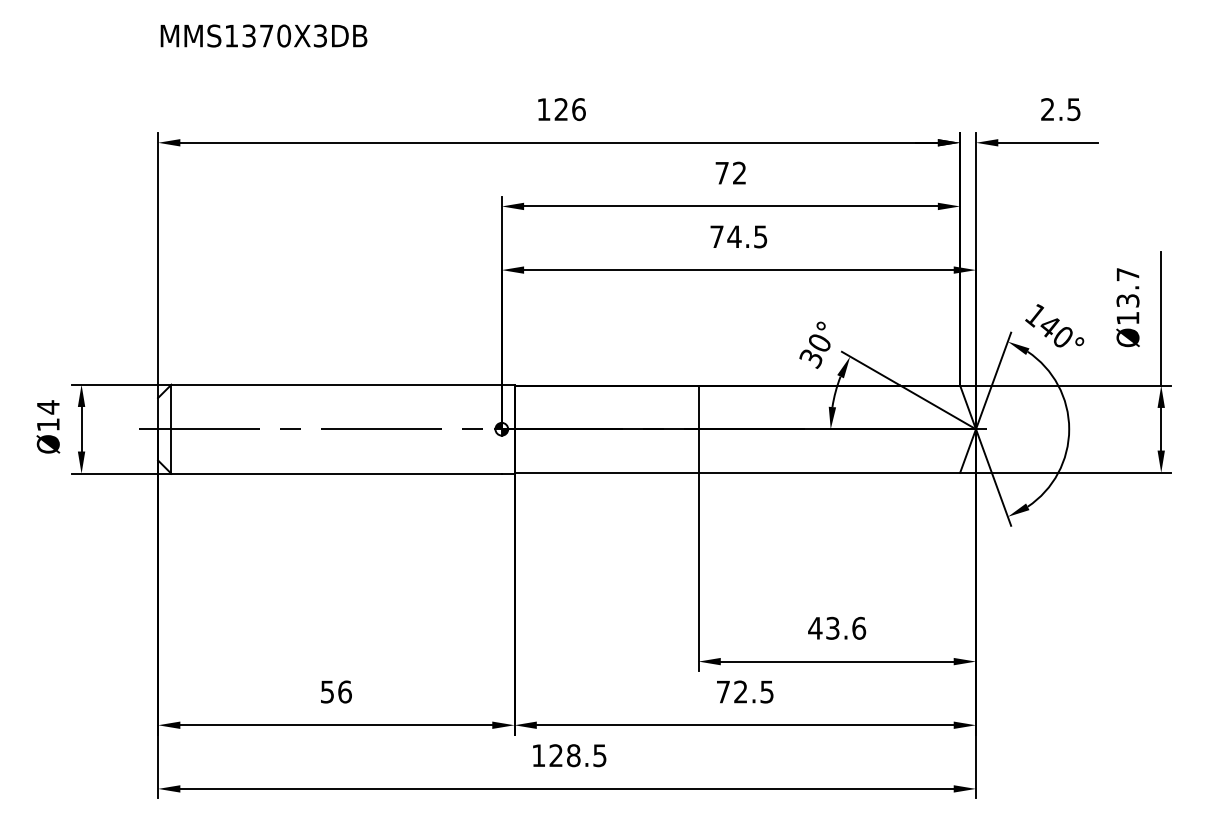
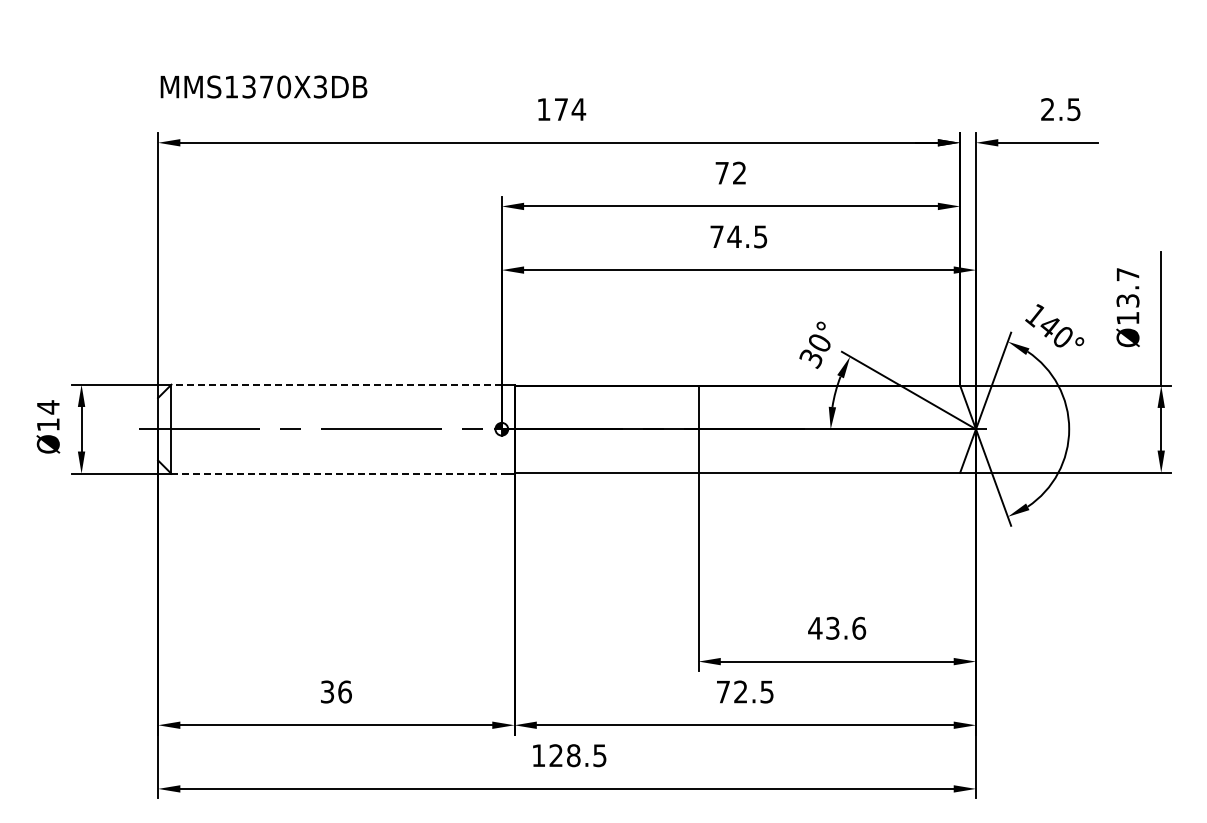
text at (263, 35) position: (263, 35) -> (263, 86)
text at (570, 109): 126 -> 174
line at (336, 384): solid -> dashed
line at (337, 473): solid -> dashed
text at (327, 691): 56 -> 36
